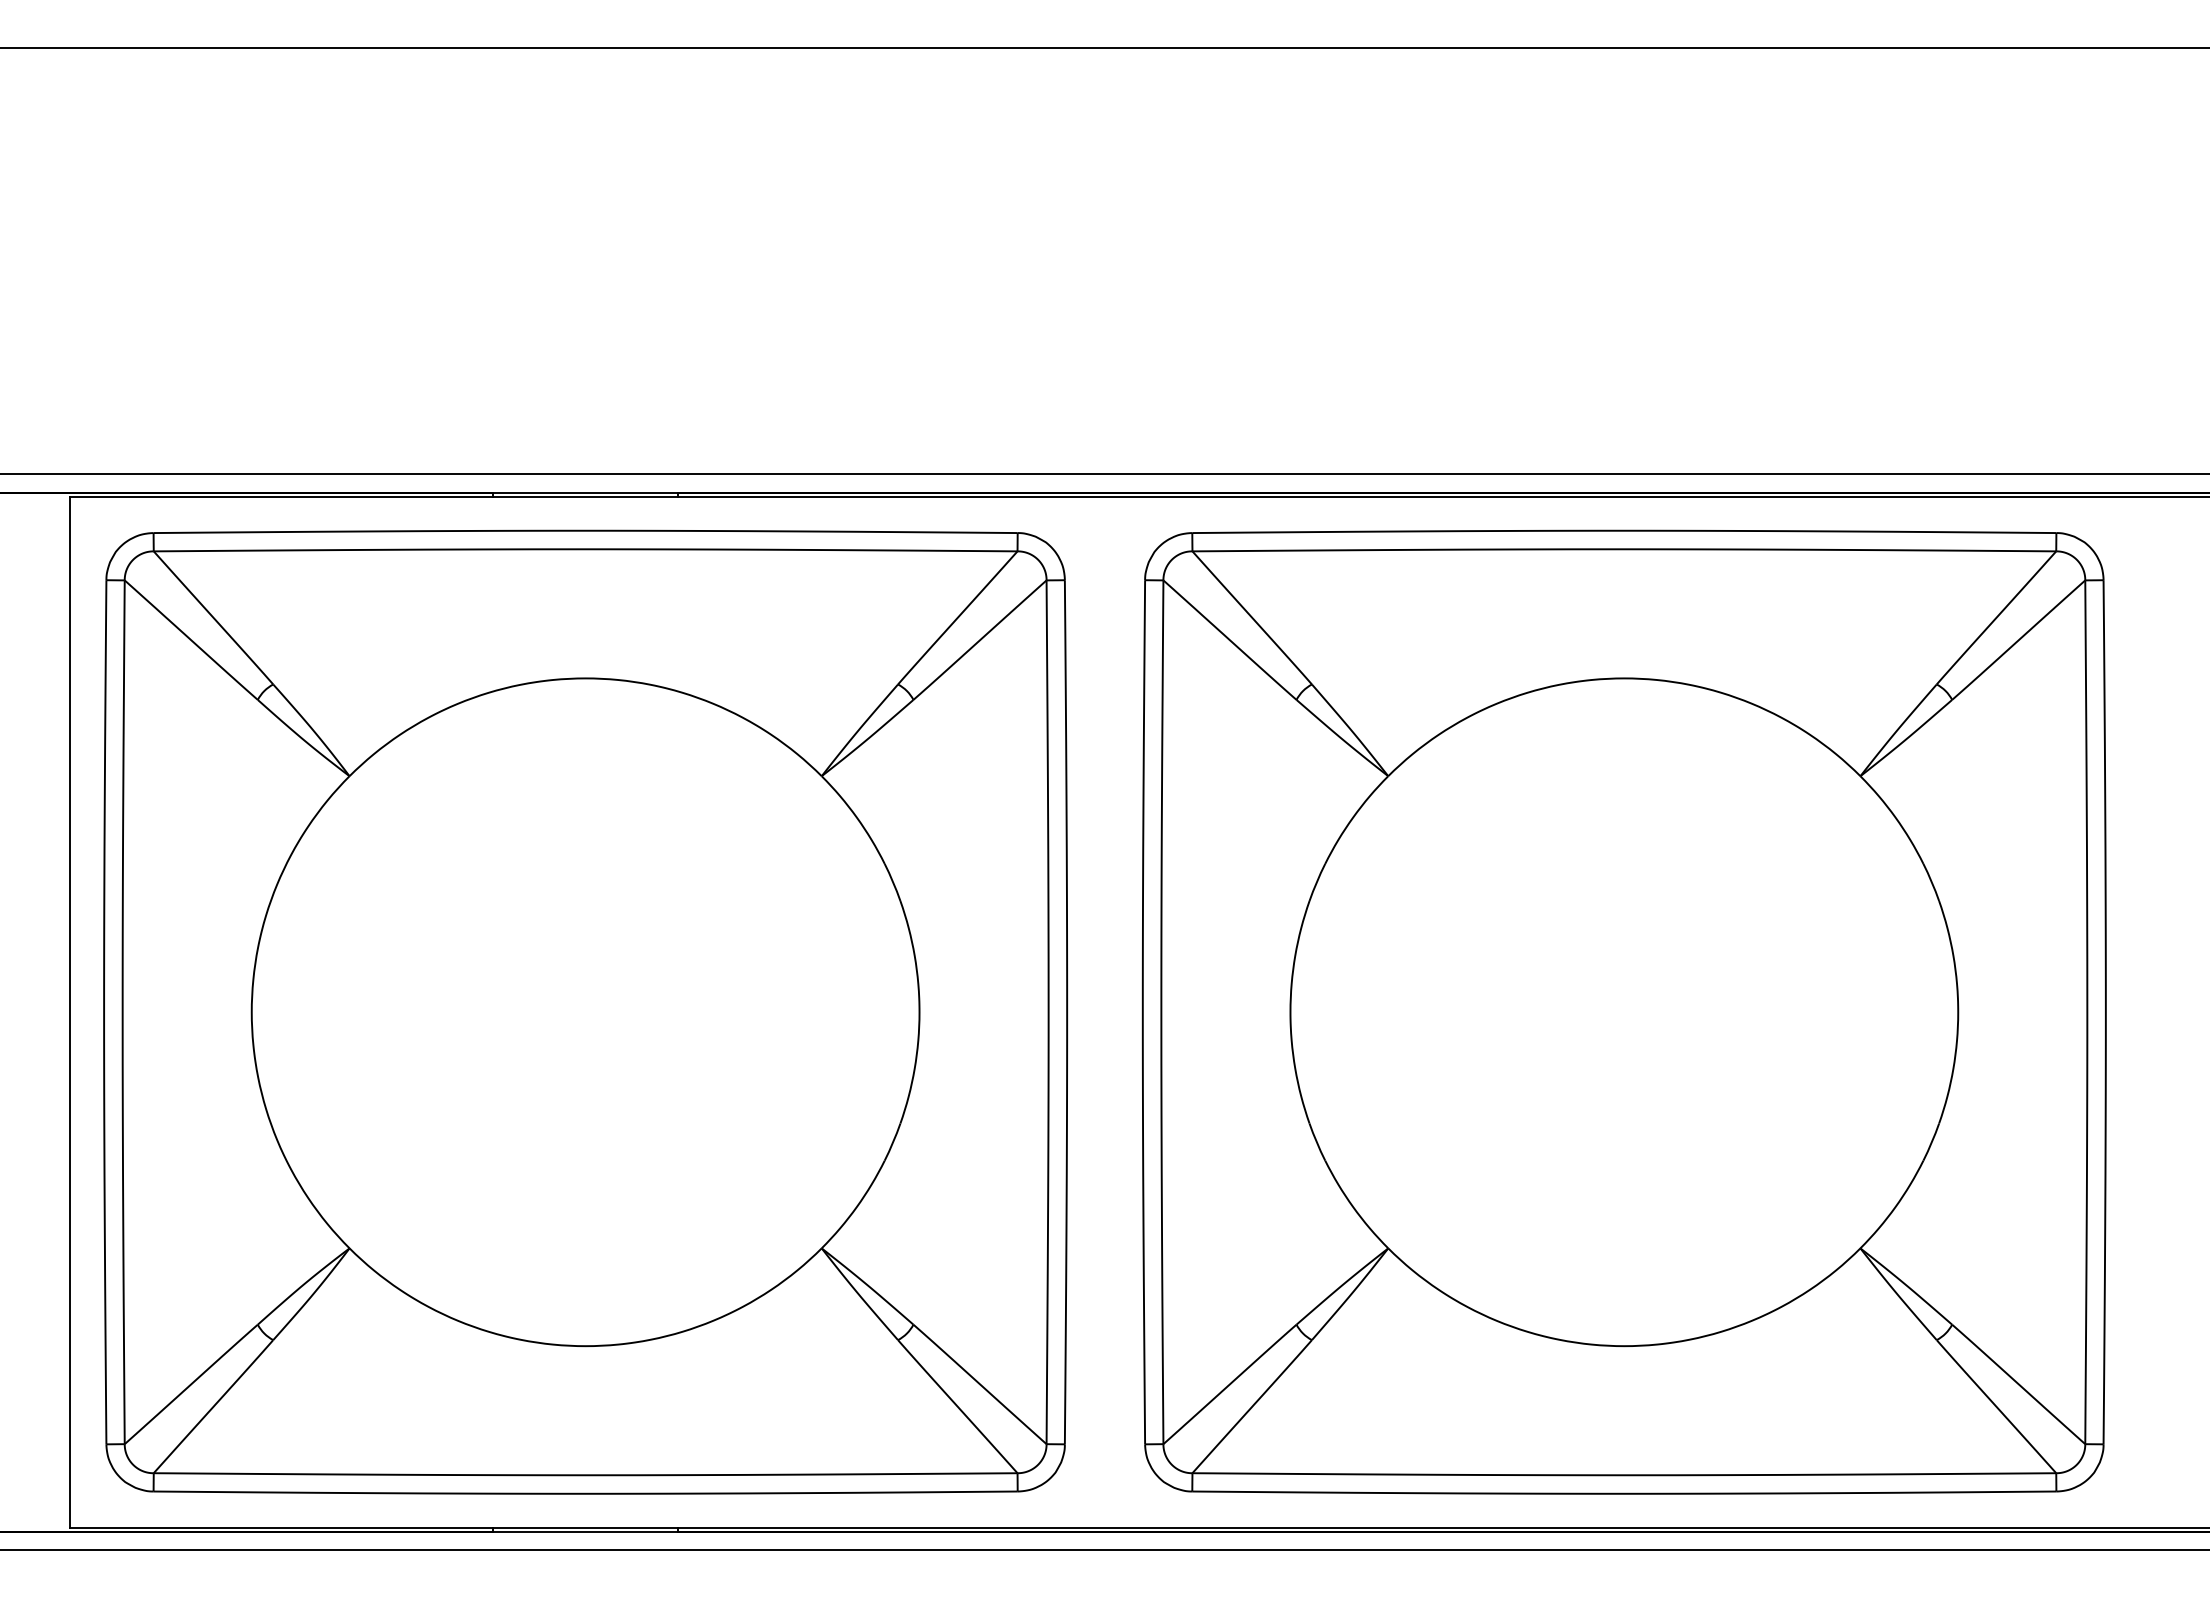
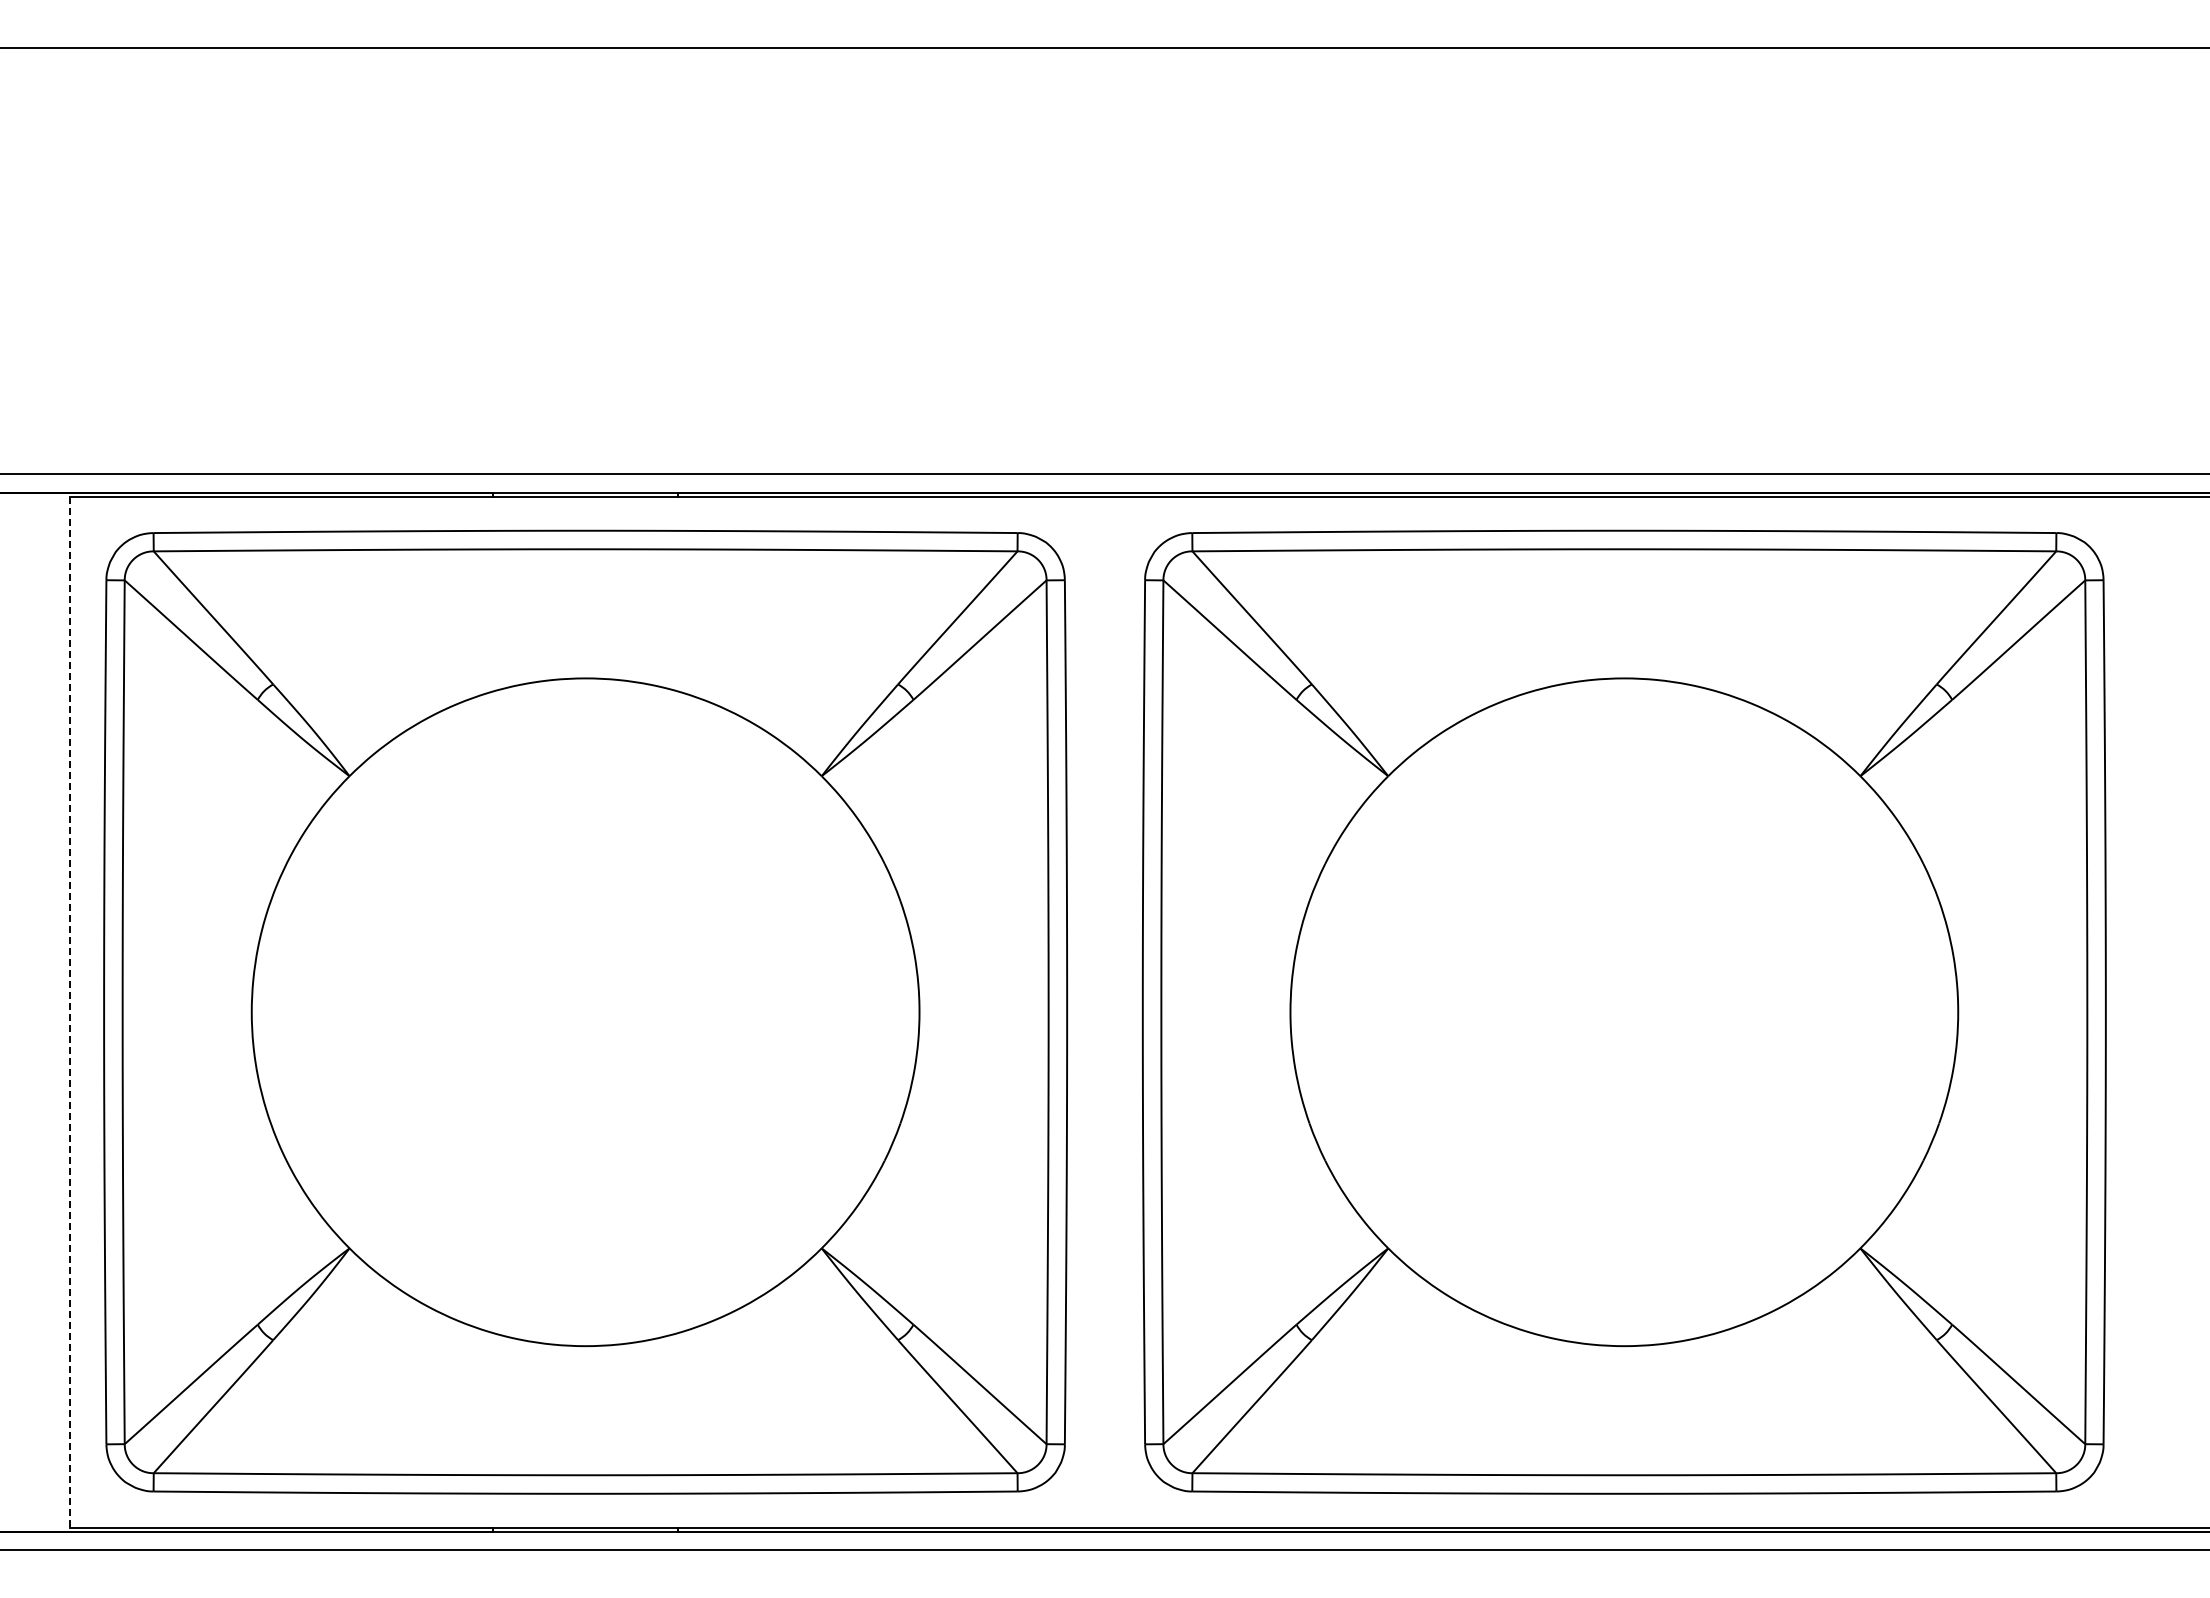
line at (70, 1012): solid -> dashed
